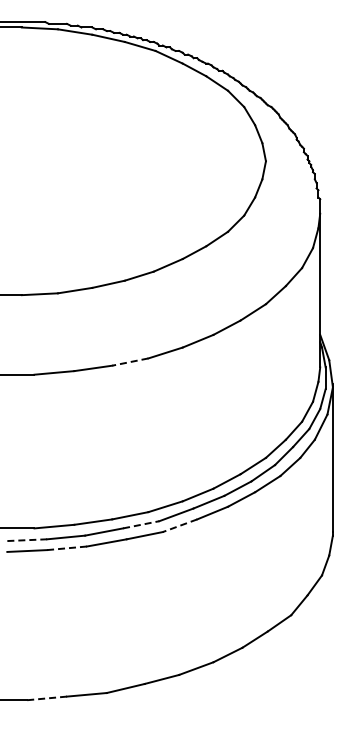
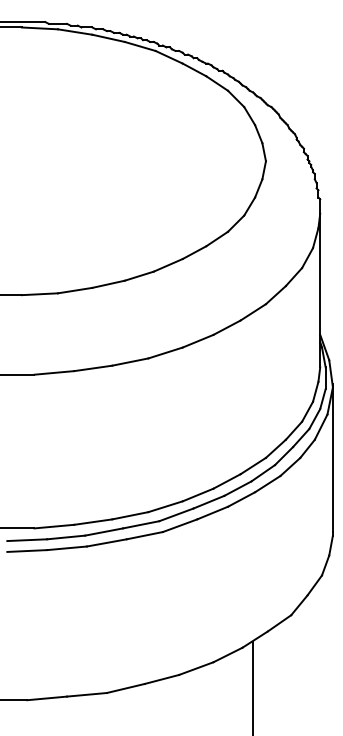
line at (129, 362): dashed -> solid
line at (141, 524): dashed -> solid
line at (179, 525): dashed -> solid
line at (27, 540): dashed -> solid
line at (67, 548): dashed -> solid
line at (253, 687): none -> present
line at (47, 698): dashed -> solid
